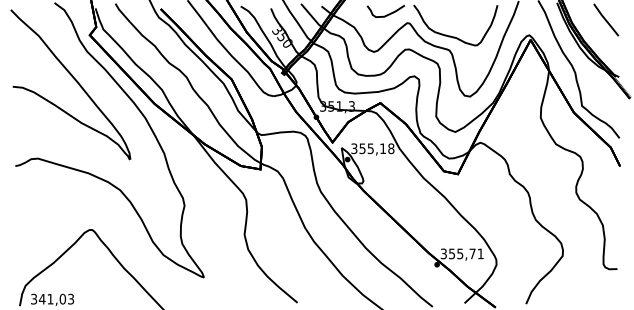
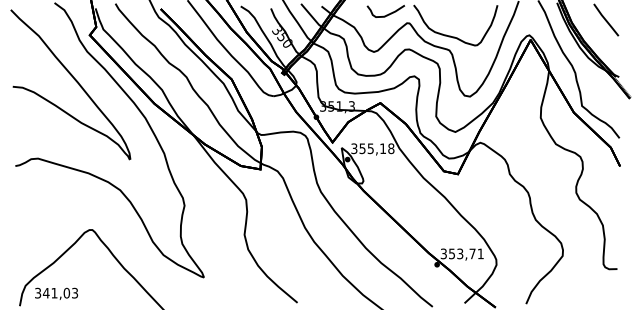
text at (460, 253): 355,71 -> 353,71
text at (52, 299) position: (52, 299) -> (56, 293)
